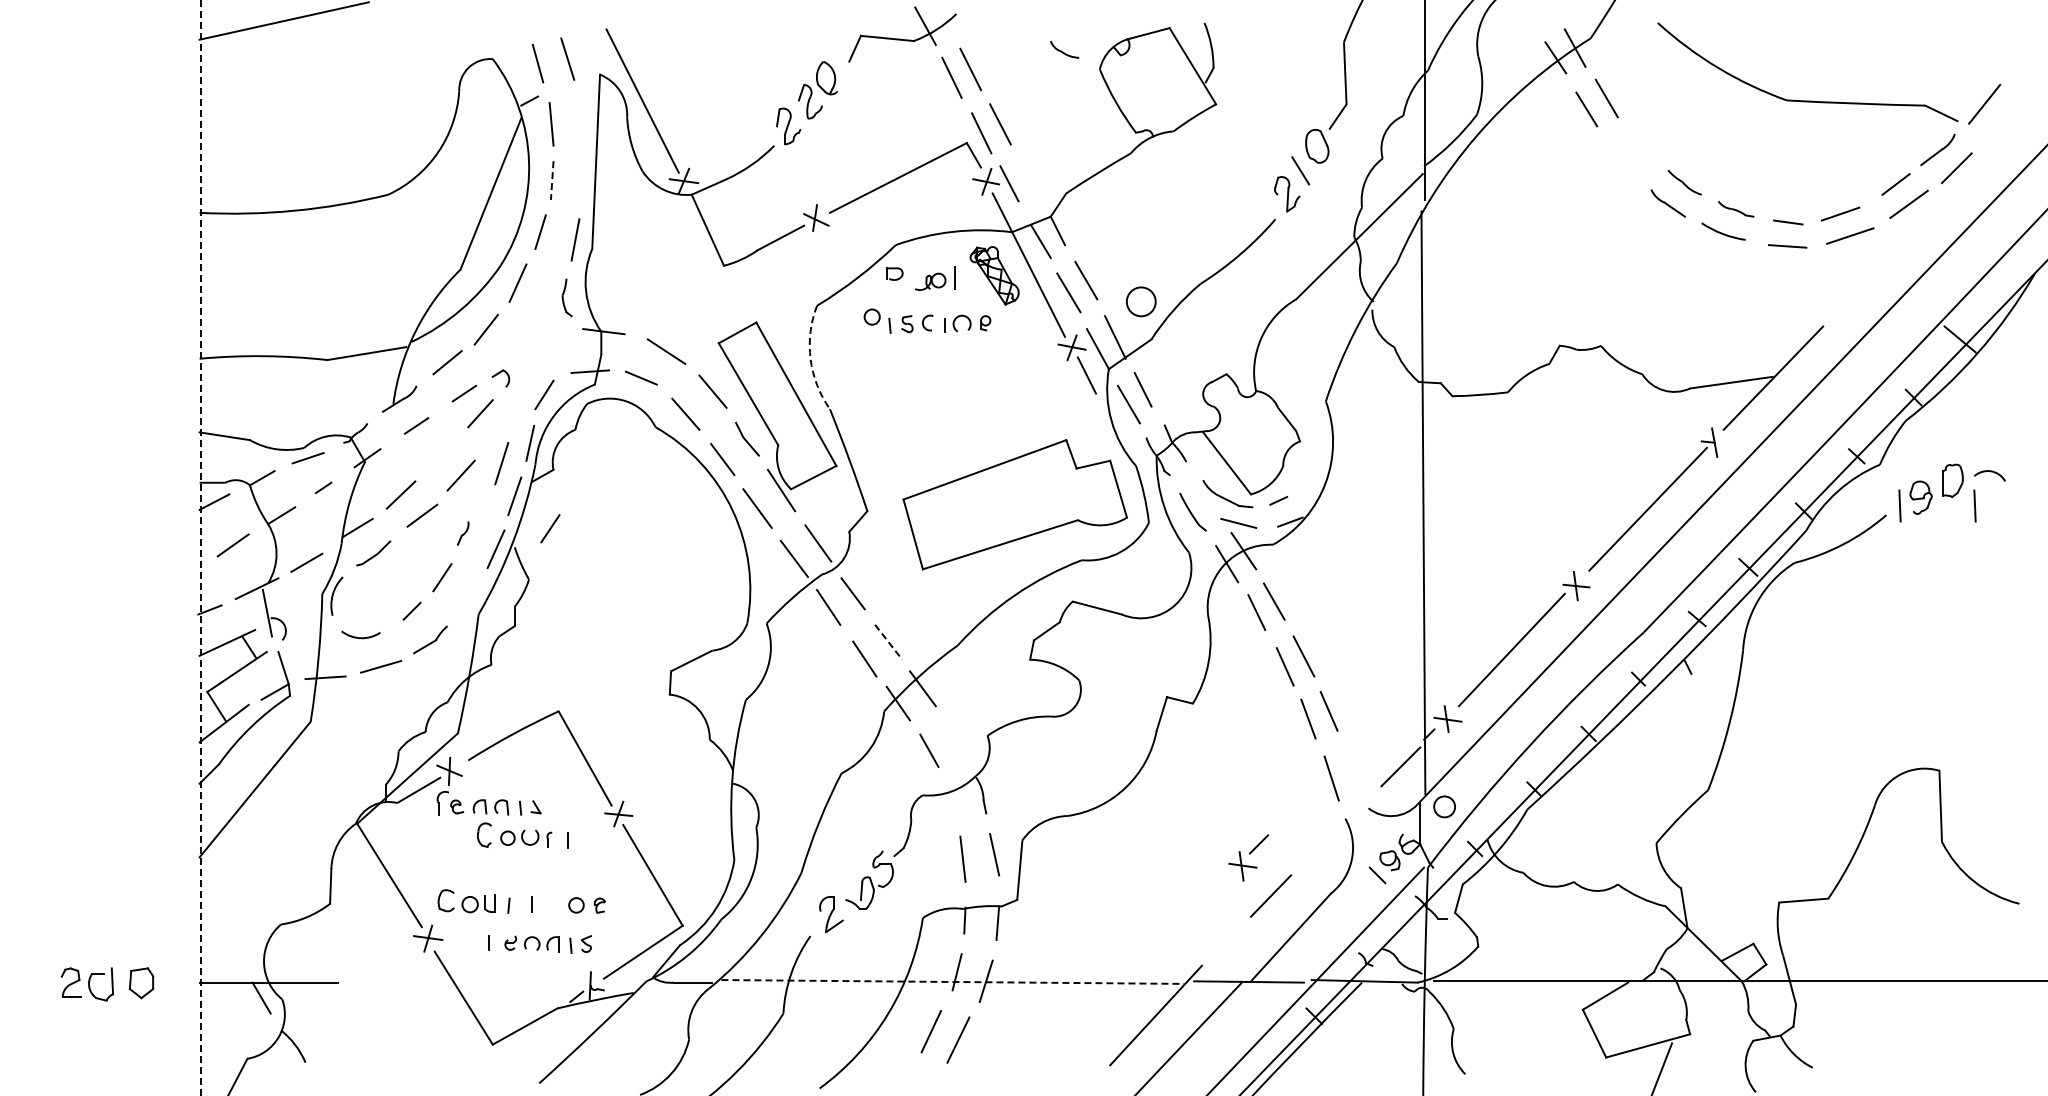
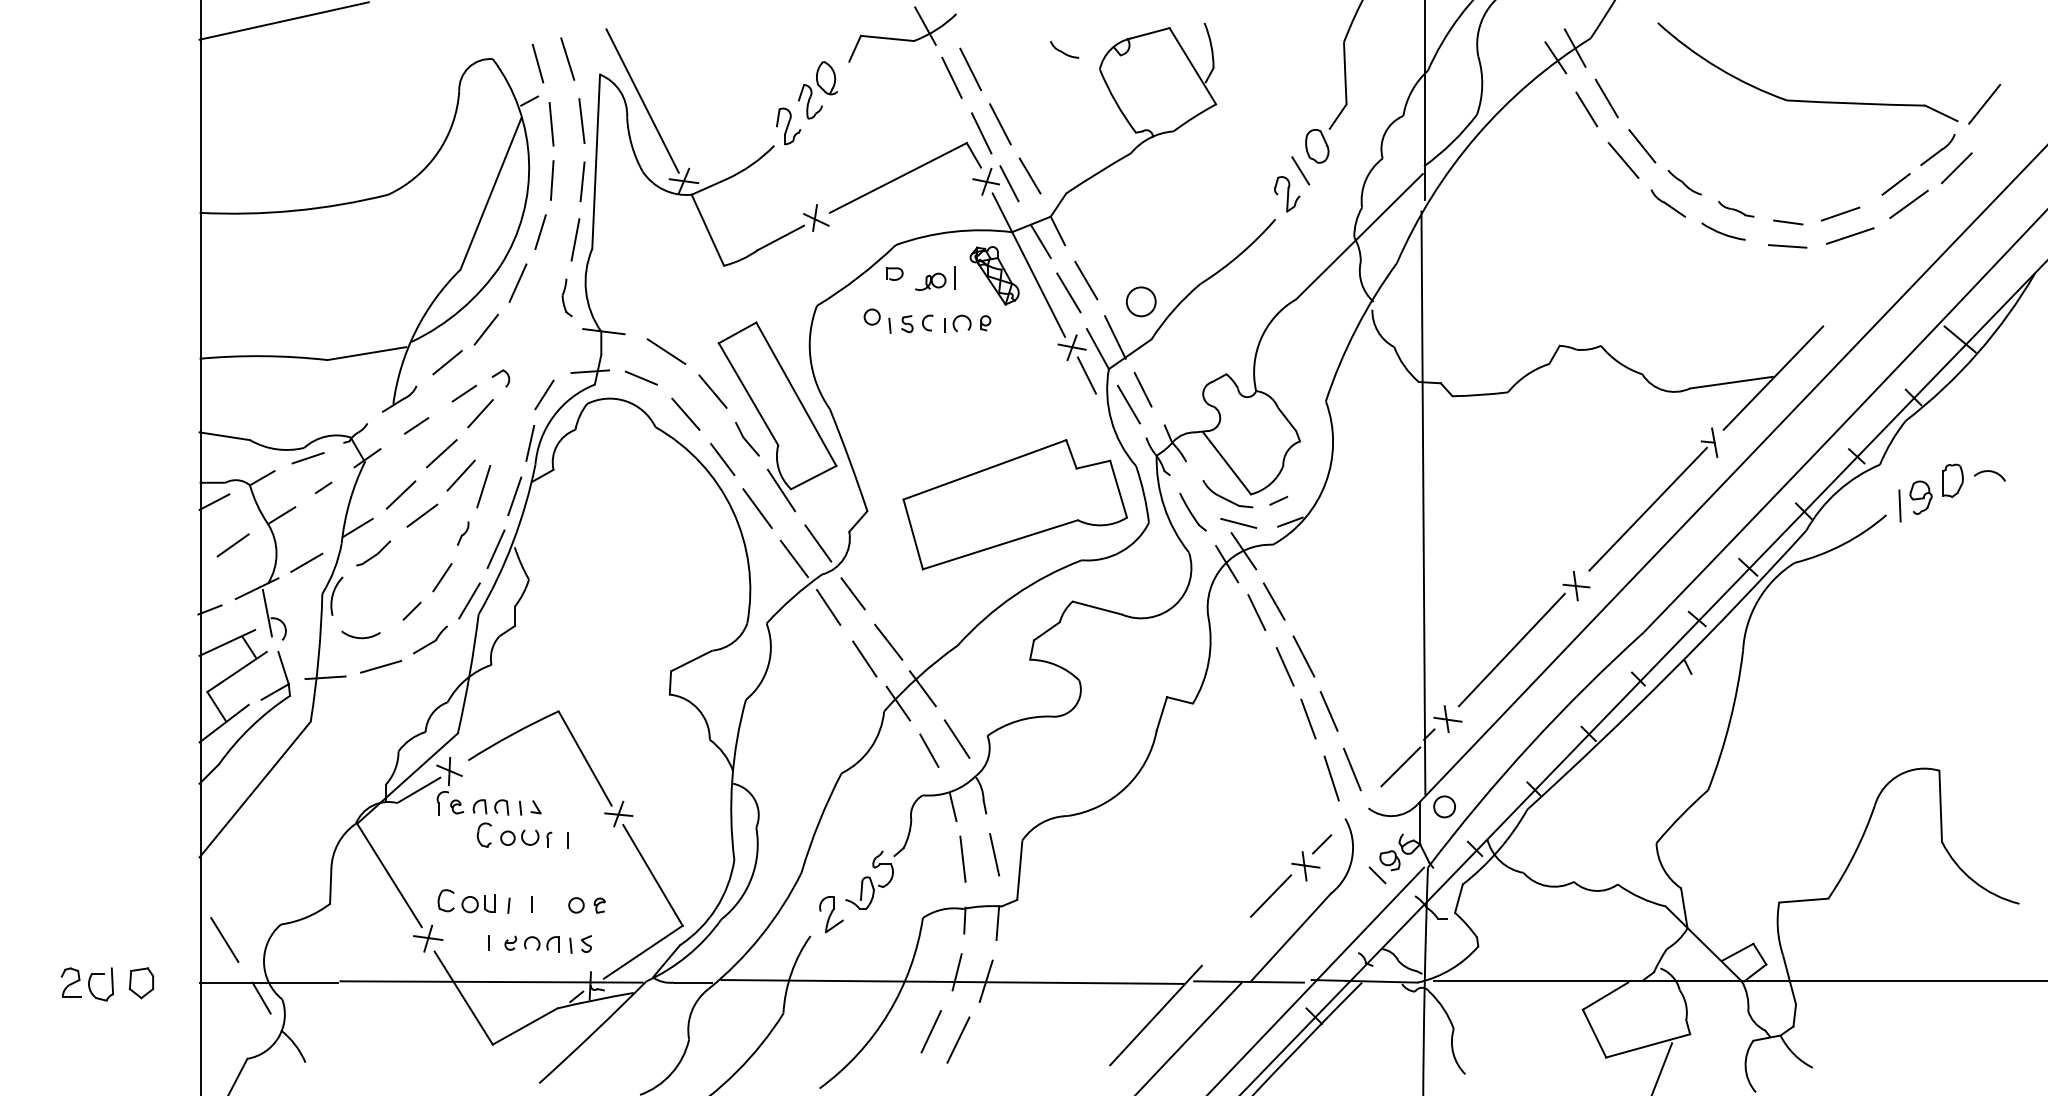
line at (581, 121): none -> present
line at (1642, 146): none -> present
line at (1623, 160): none -> present
line at (1029, 175): none -> present
line at (552, 181): dashed -> solid
line at (582, 181): none -> present
arc at (810, 359): dashed -> solid
line at (441, 453): none -> present
line at (501, 463) position: (501, 463) -> (483, 486)
line at (1974, 505): present -> none
line at (550, 528): present -> none
line at (200, 547): dashed -> solid
line at (469, 600): none -> present
line at (889, 642): dashed -> solid
line at (956, 738): none -> present
line at (1352, 769): none -> present
line at (953, 807): none -> present
part at (1248, 857) position: (1248, 857) -> (1311, 857)
line at (224, 939): none -> present
line at (491, 981): none -> present
line at (953, 981): dashed -> solid
